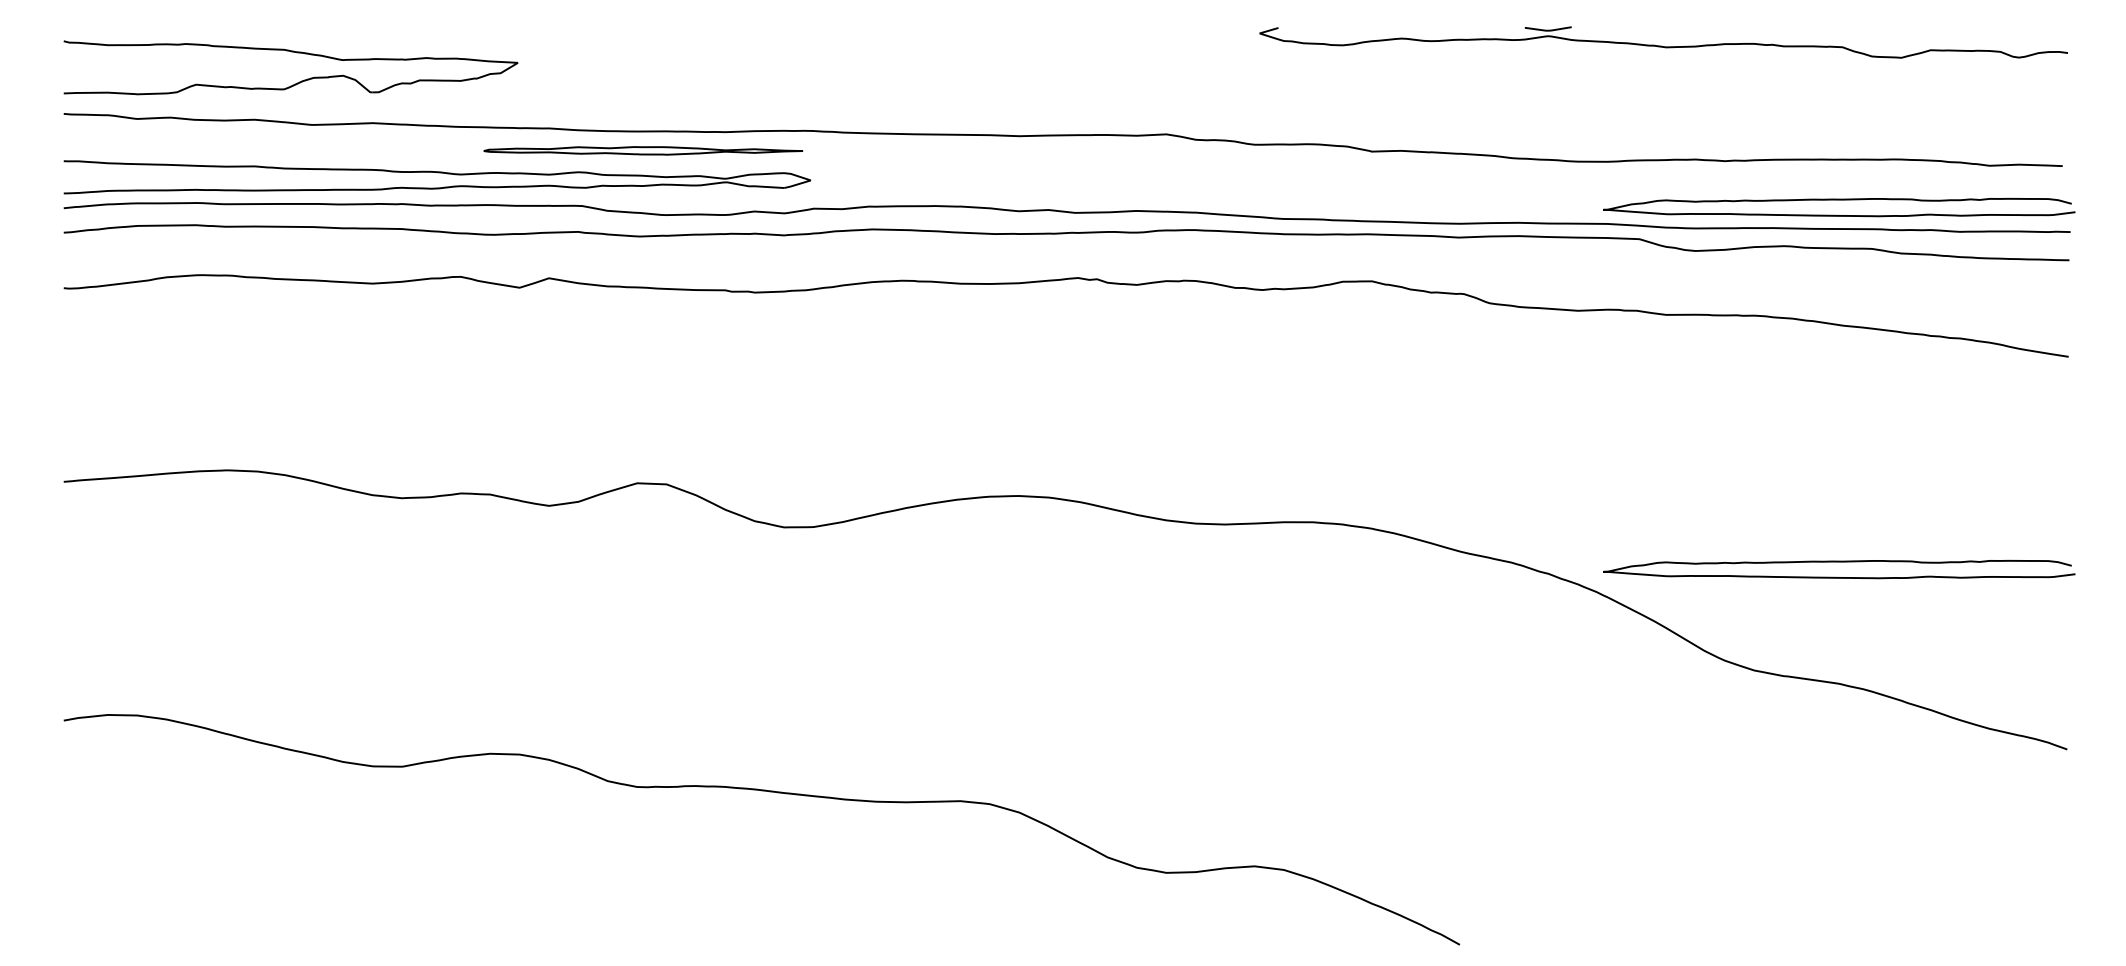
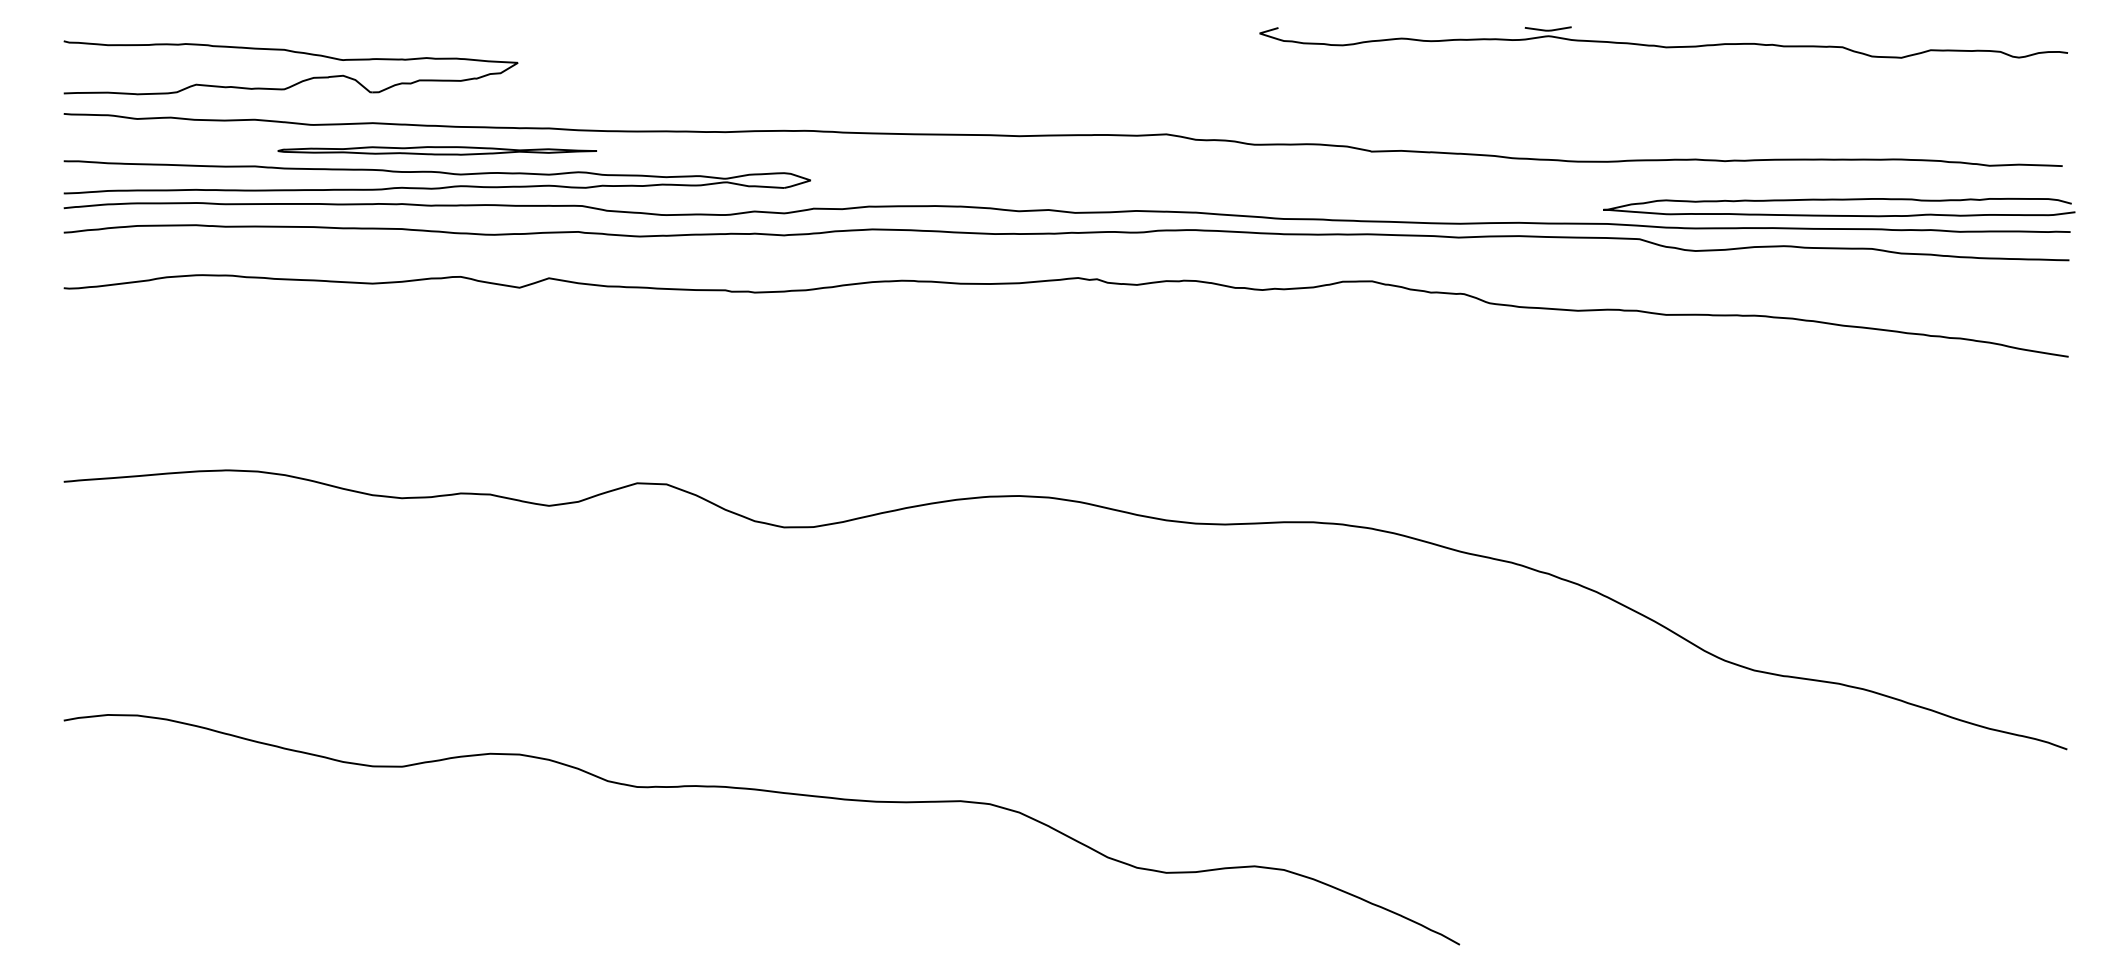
part at (643, 150) position: (643, 150) -> (437, 150)
curve at (1839, 562): present -> none
